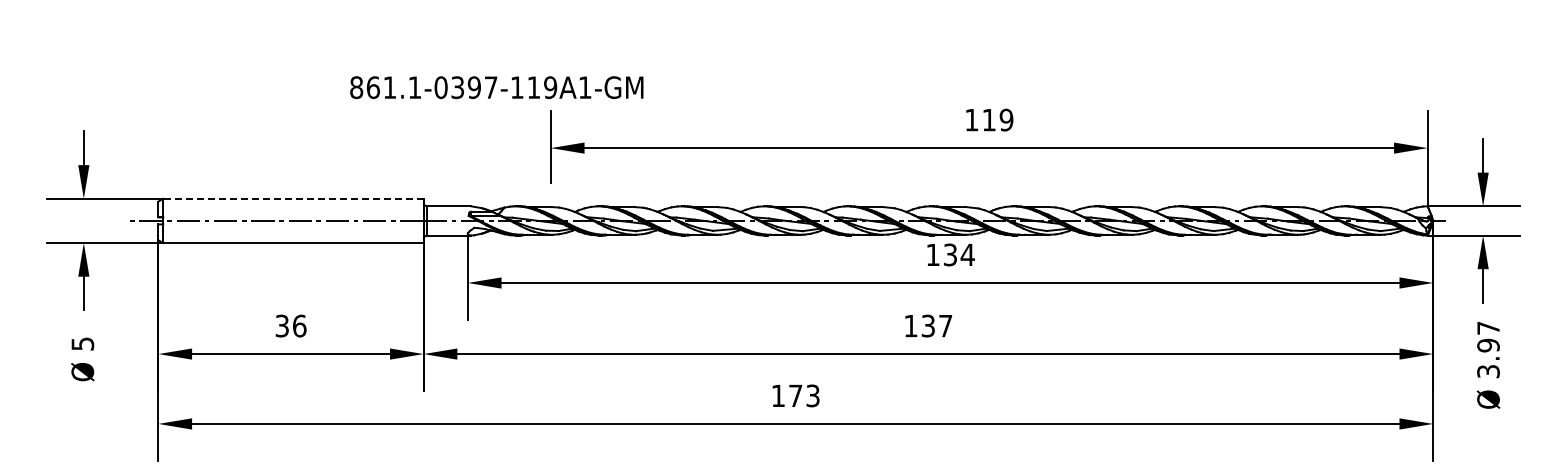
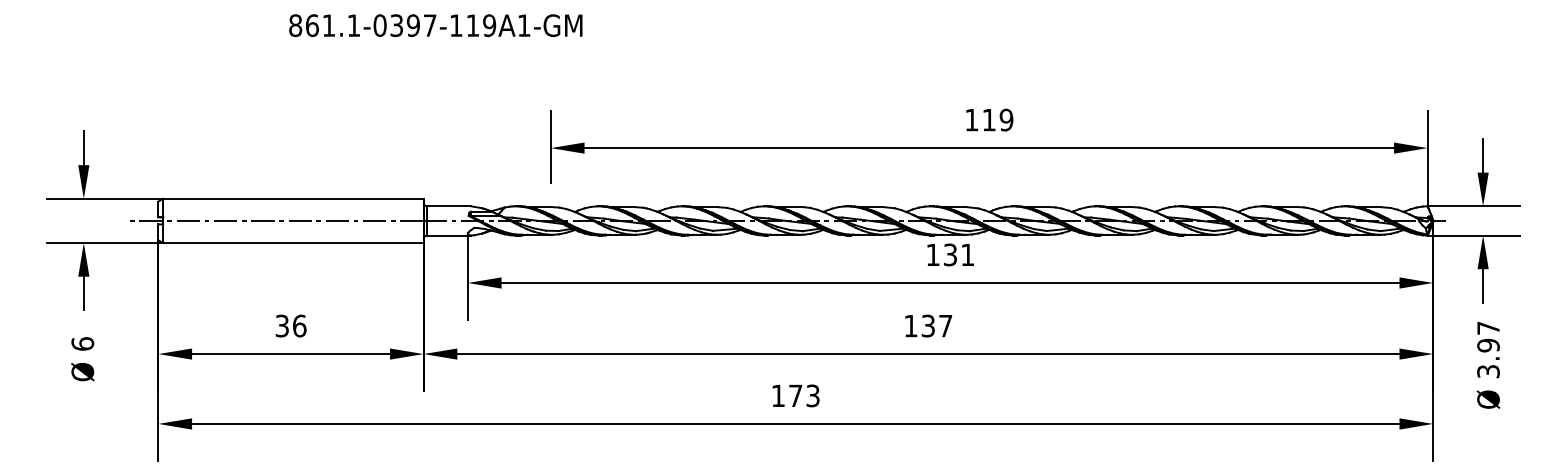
text at (496, 87) position: (496, 87) -> (435, 25)
line at (292, 198): dashed -> solid
text at (967, 254): 134 -> 131
text at (82, 343): 5 -> 6
